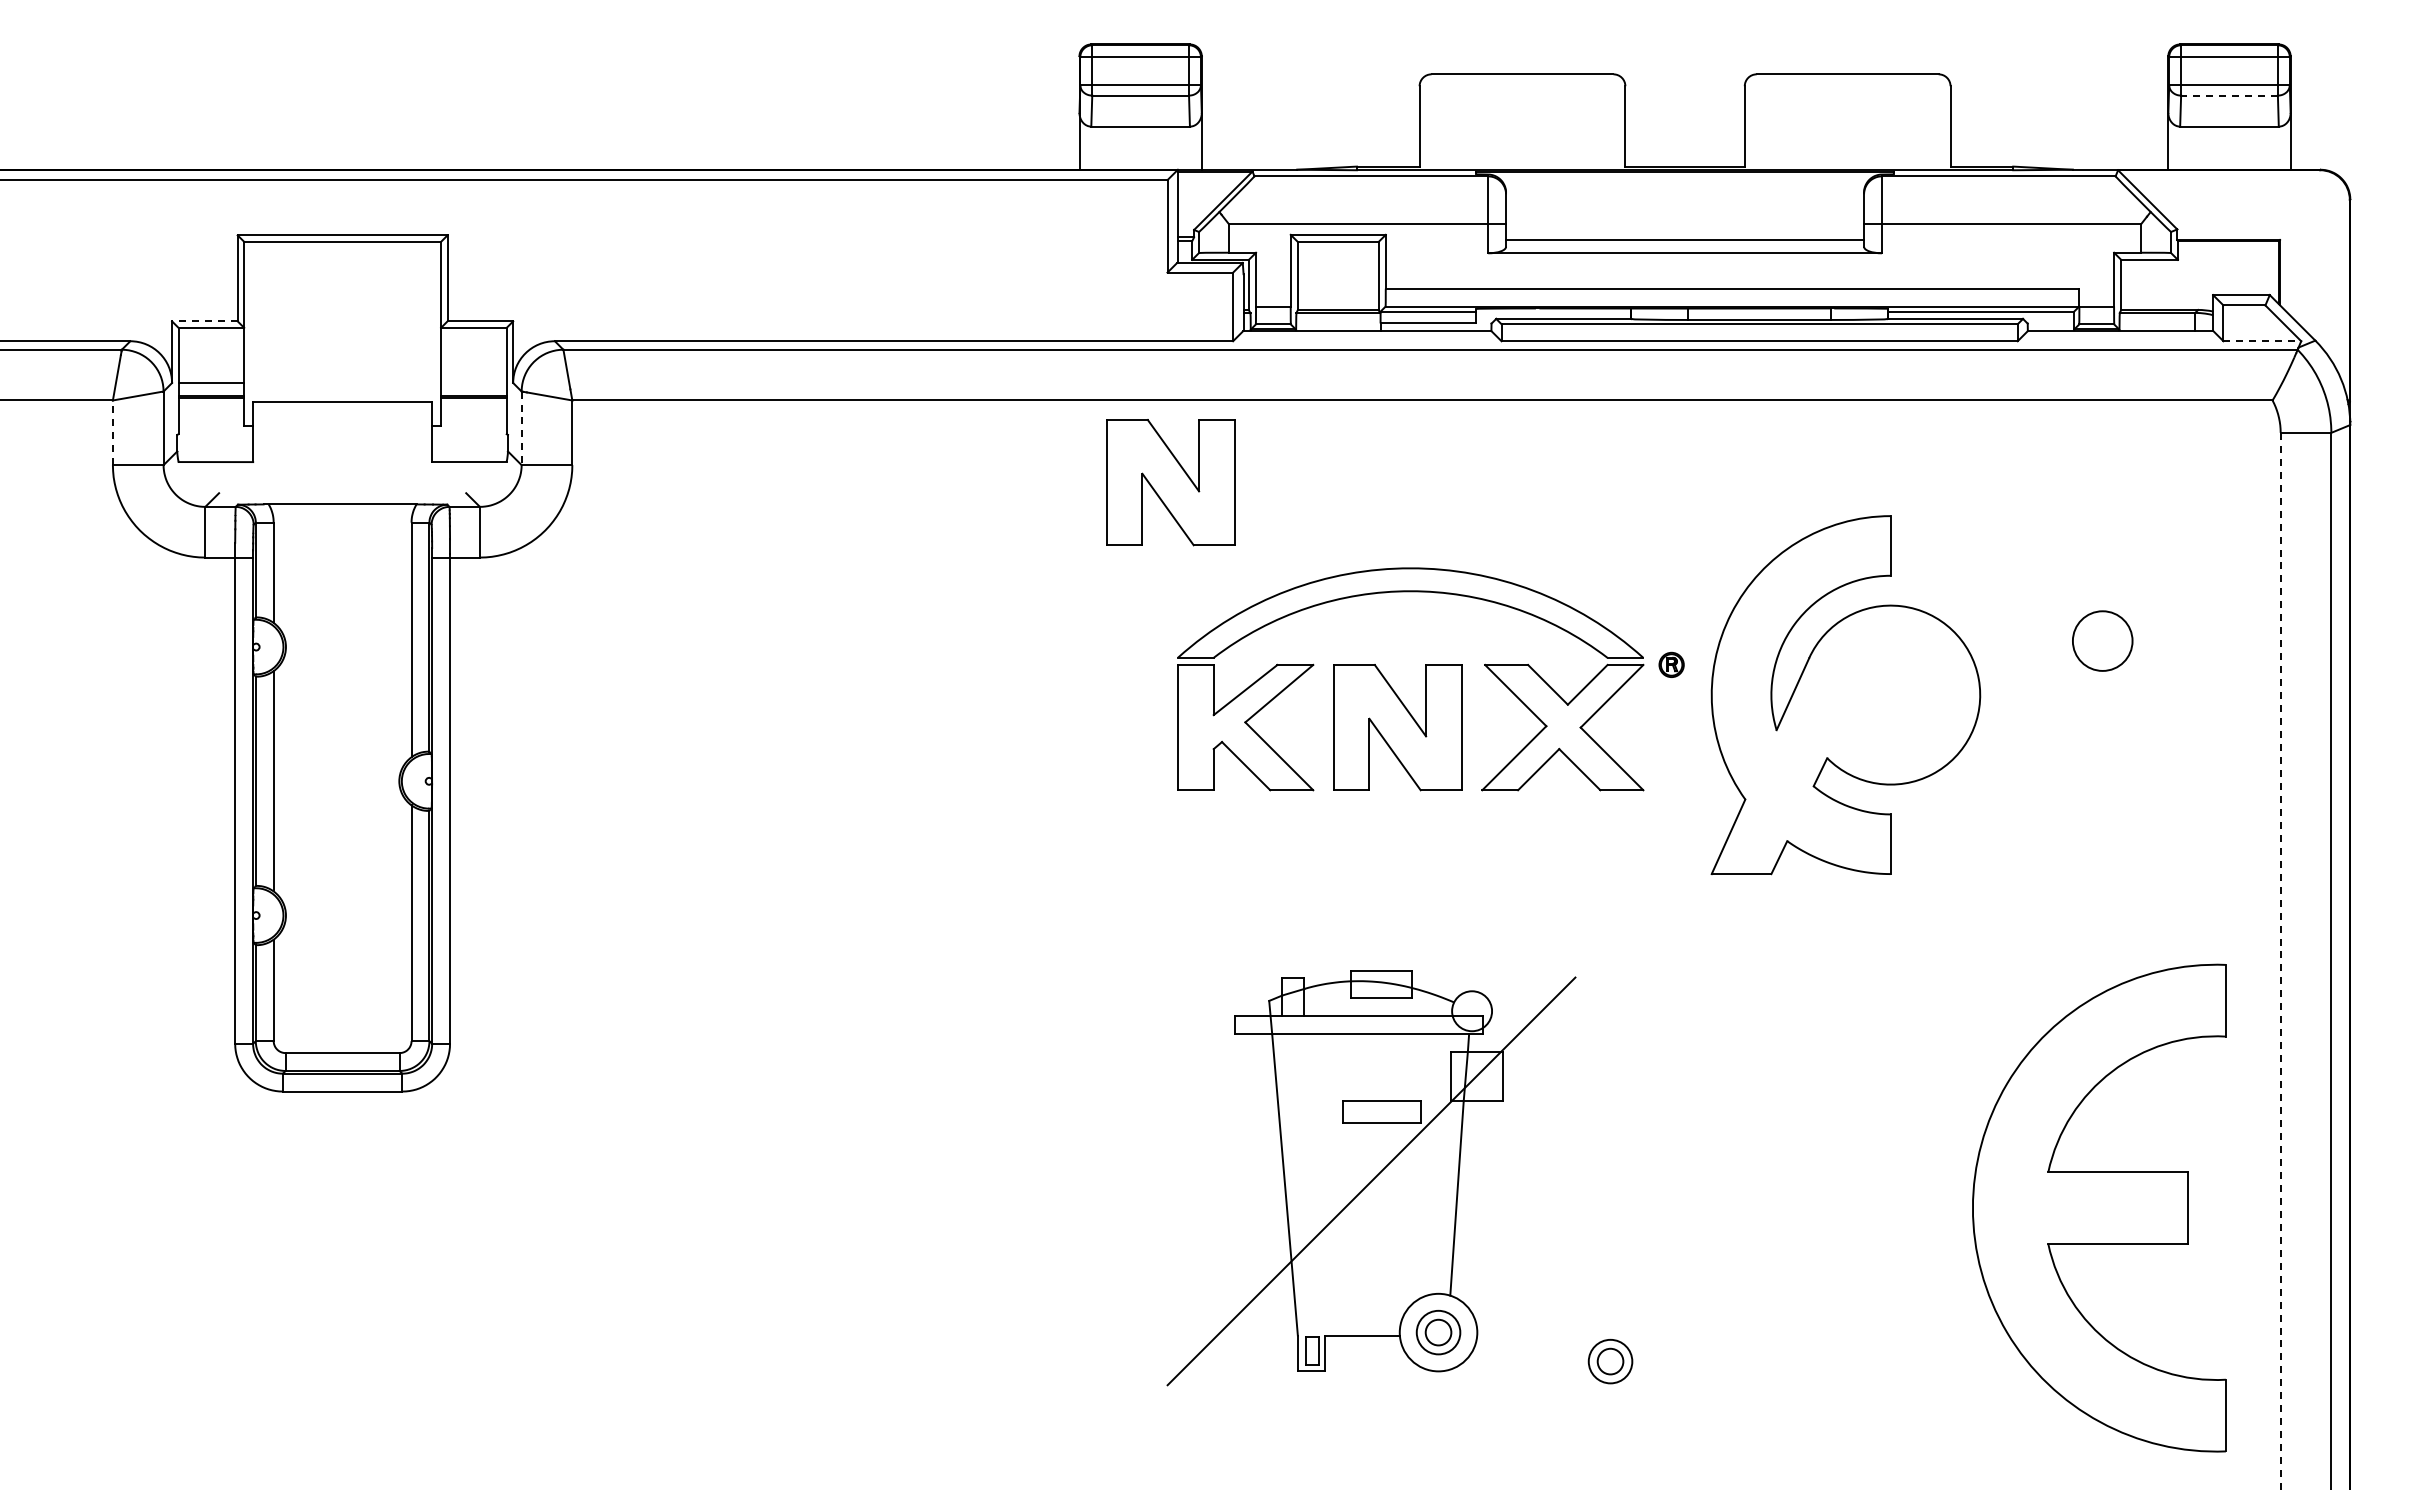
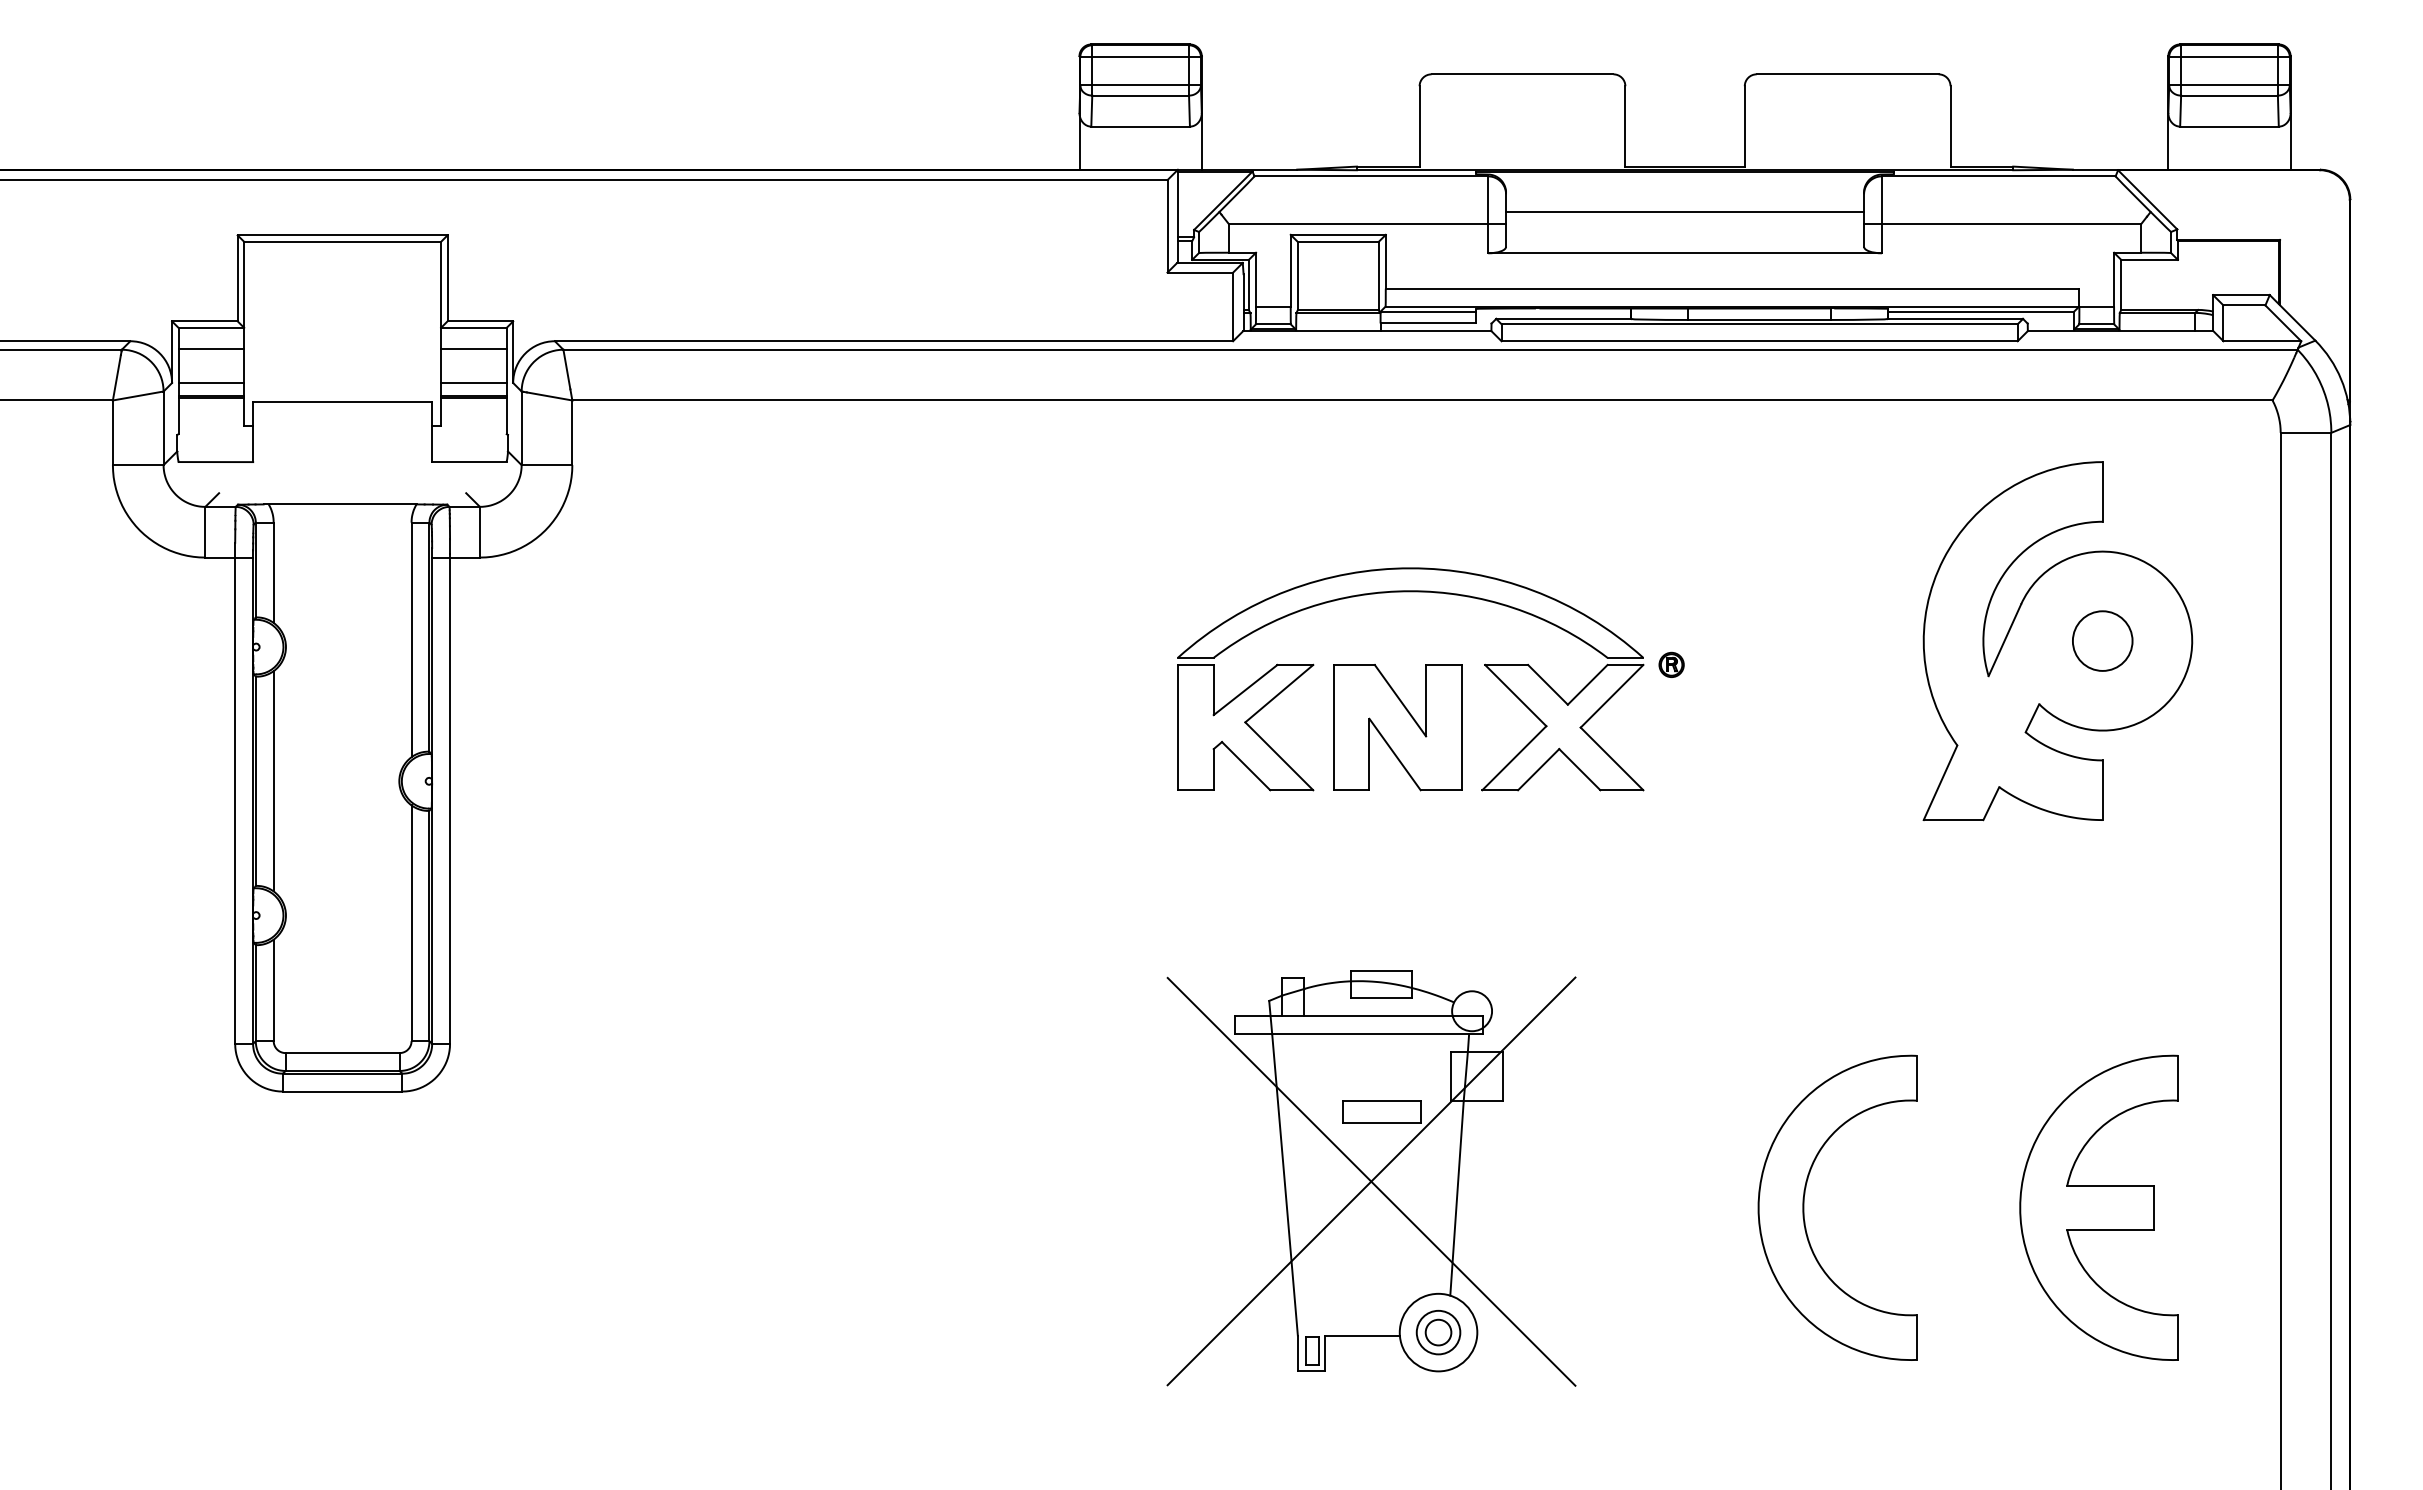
line at (2229, 95): dashed -> solid
line at (1685, 239) position: (1685, 239) -> (1685, 211)
line at (204, 321): dashed -> solid
line at (2262, 341): dashed -> solid
line at (211, 349): none -> present
line at (473, 349): none -> present
line at (473, 382): none -> present
line at (521, 428): dashed -> solid
line at (112, 432): dashed -> solid
part at (1170, 482): present -> none
part at (1845, 695) position: (1845, 695) -> (2057, 641)
line at (2280, 961): dashed -> solid
line at (1371, 1181): none -> present
part at (1804, 1207): none -> present
part at (2099, 1207) size: 255x490 px -> 160x307 px
part at (1610, 1361): present -> none
